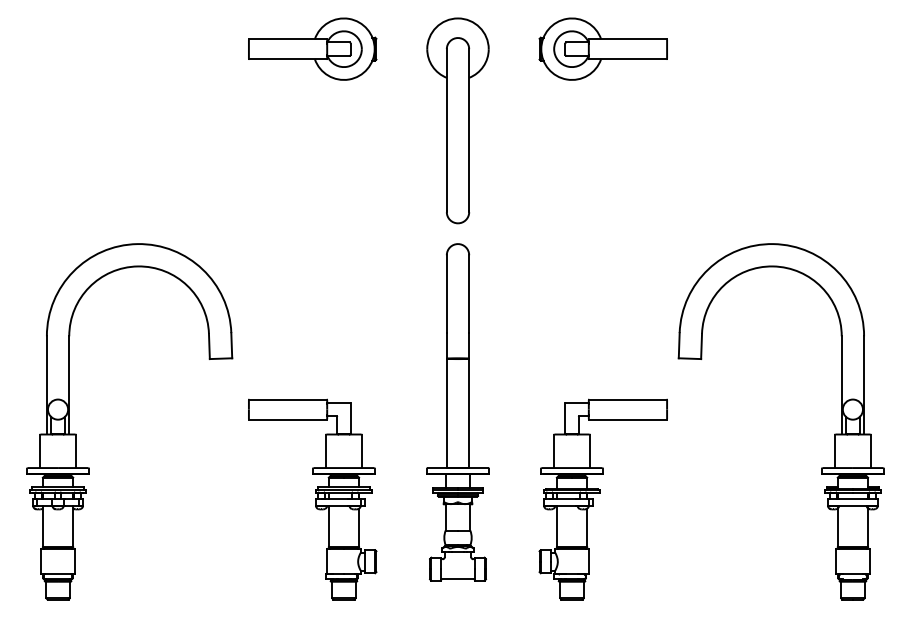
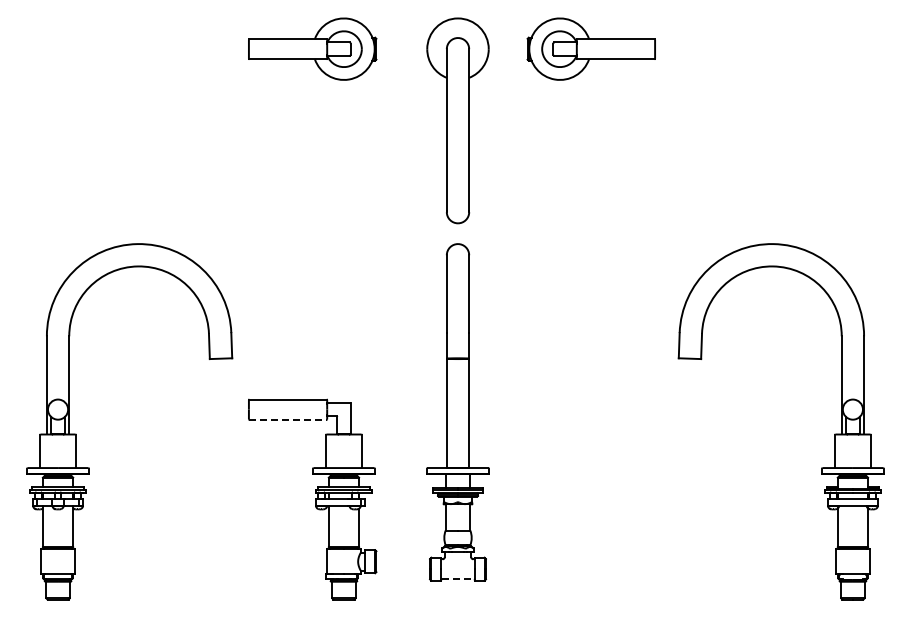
part at (602, 48) position: (602, 48) -> (590, 48)
line at (288, 419): solid -> dashed
part at (600, 493): present -> none
line at (458, 579): solid -> dashed
